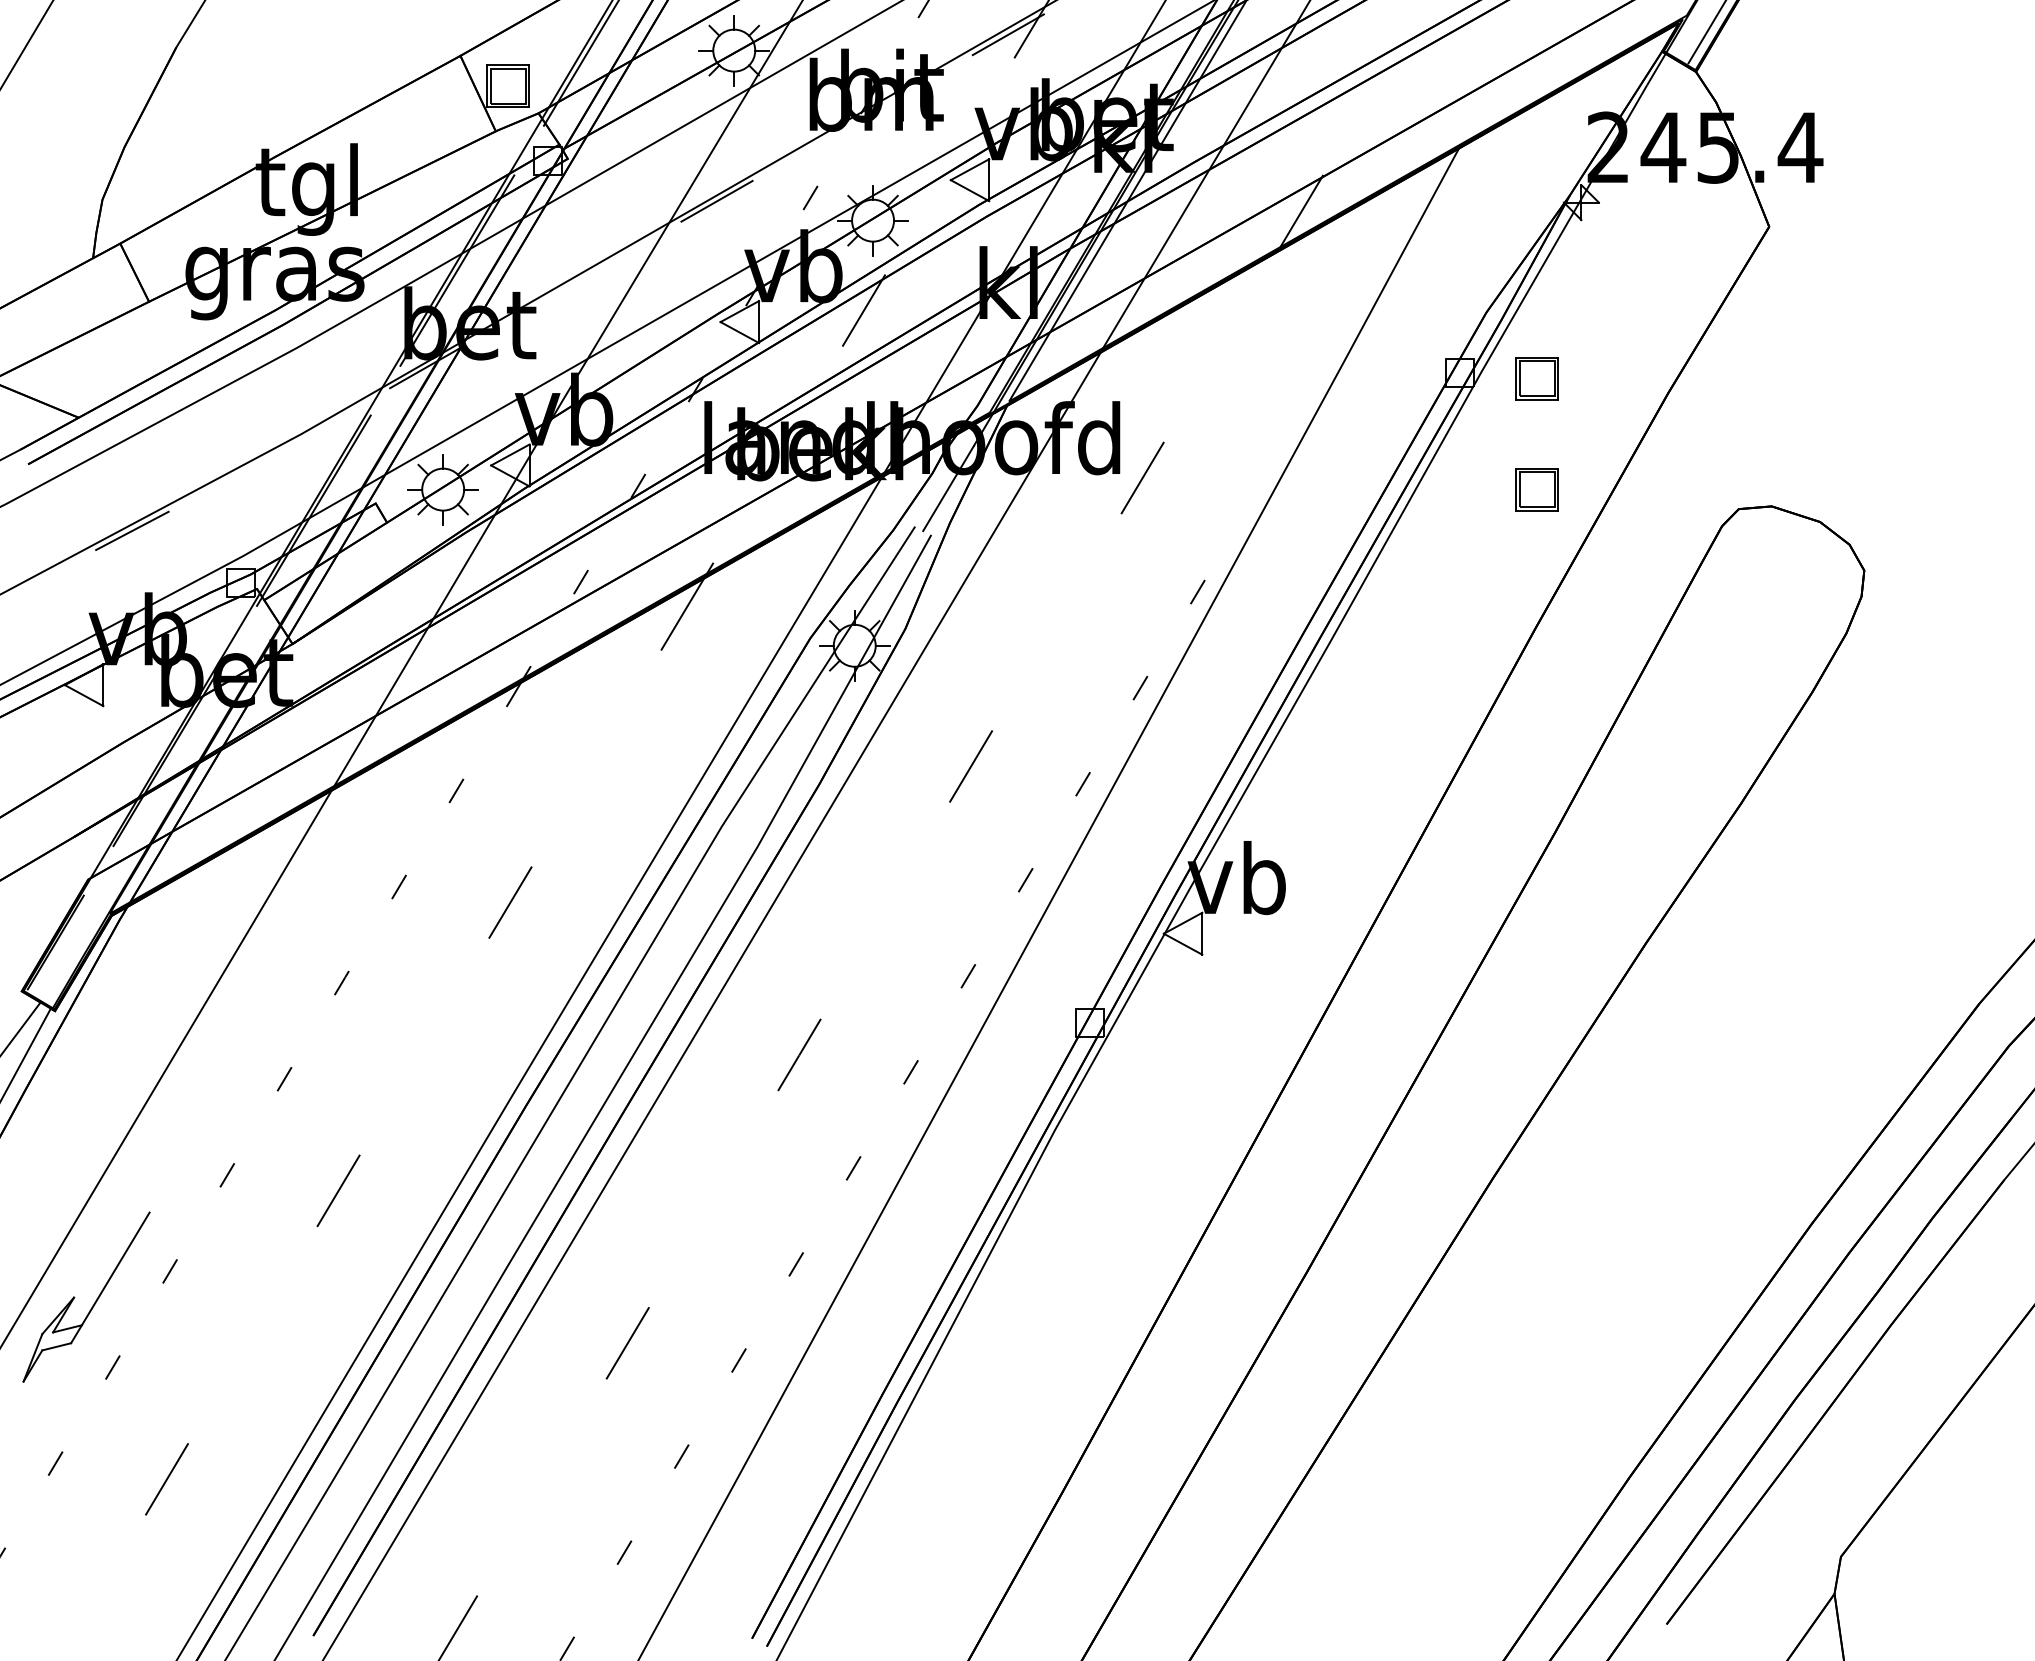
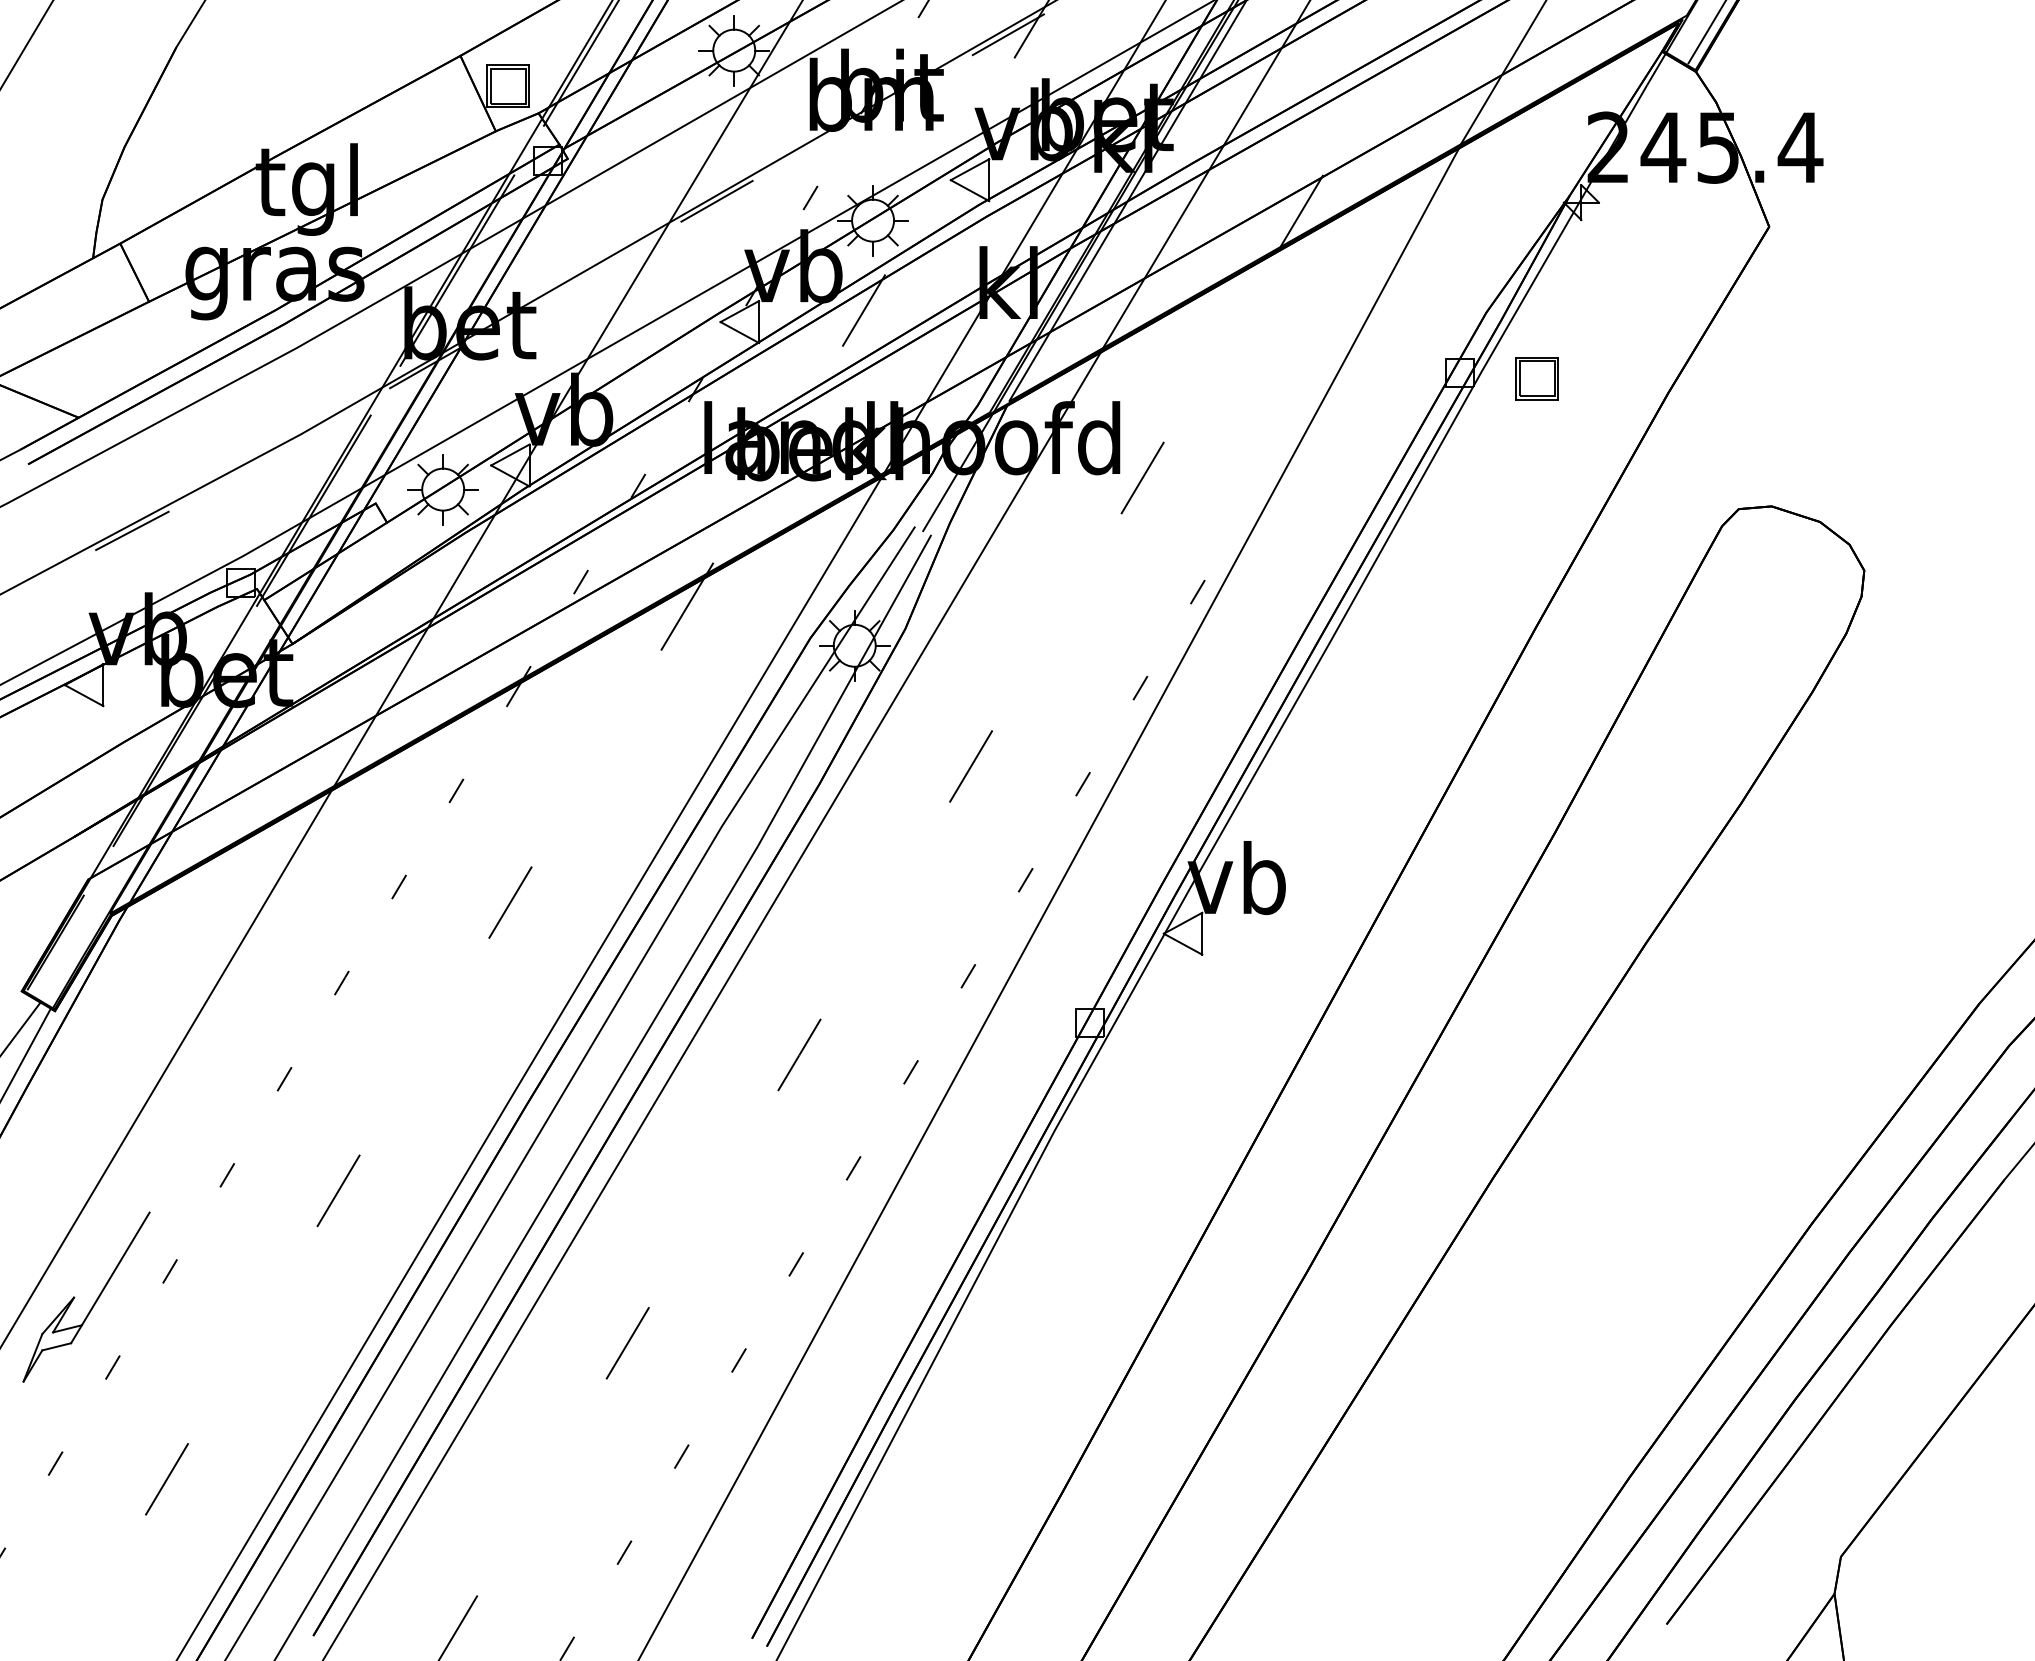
line at (1502, 73): none -> present
part at (1536, 489): present -> none
